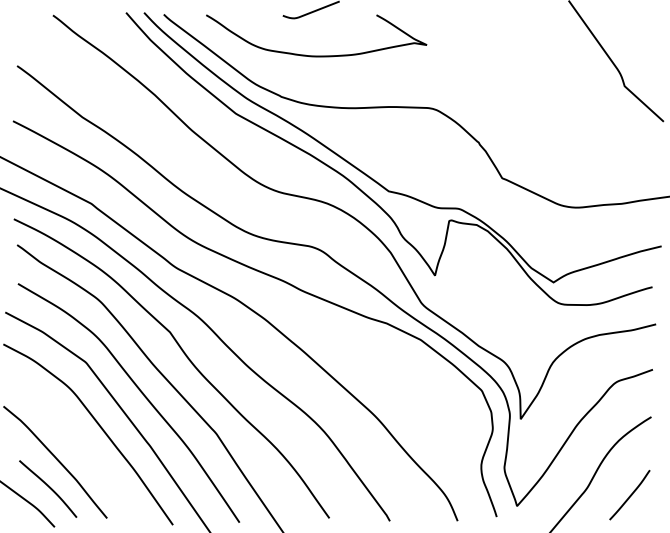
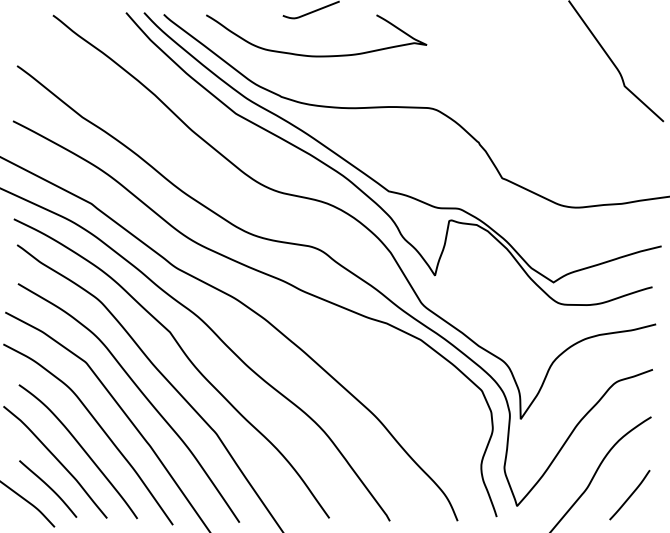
curve at (80, 447): none -> present
